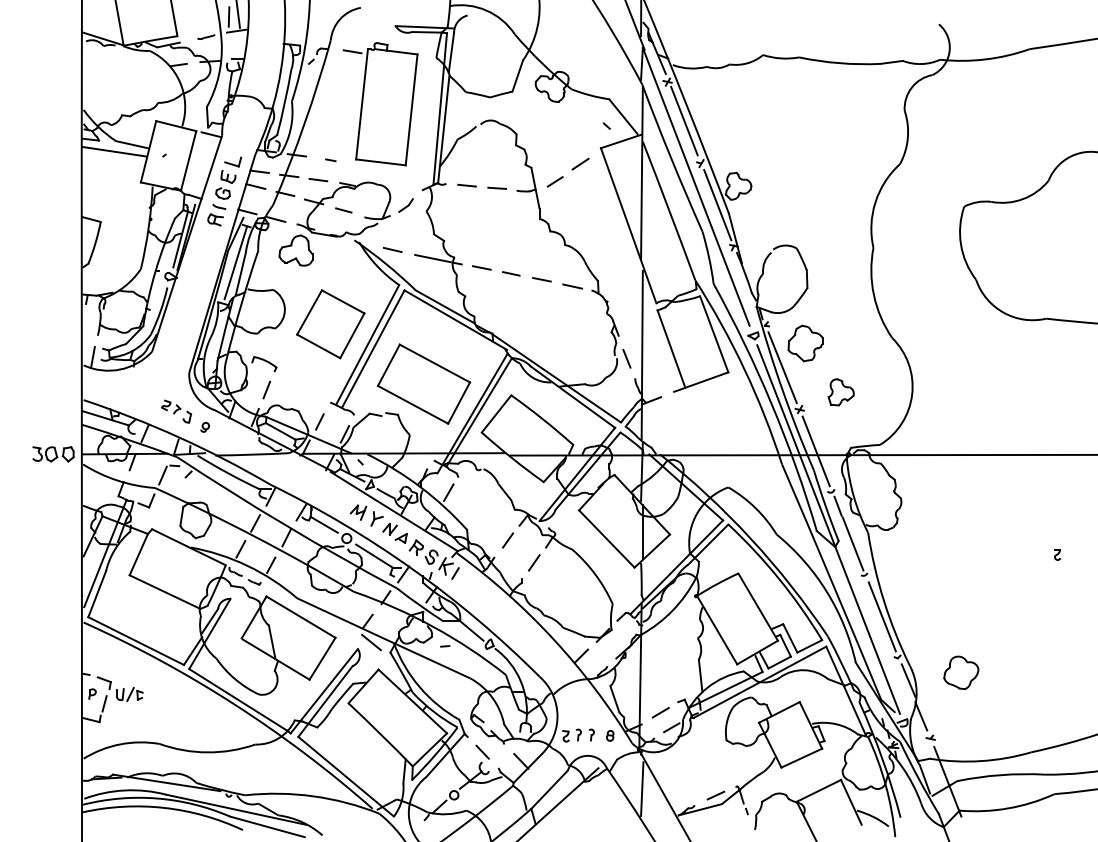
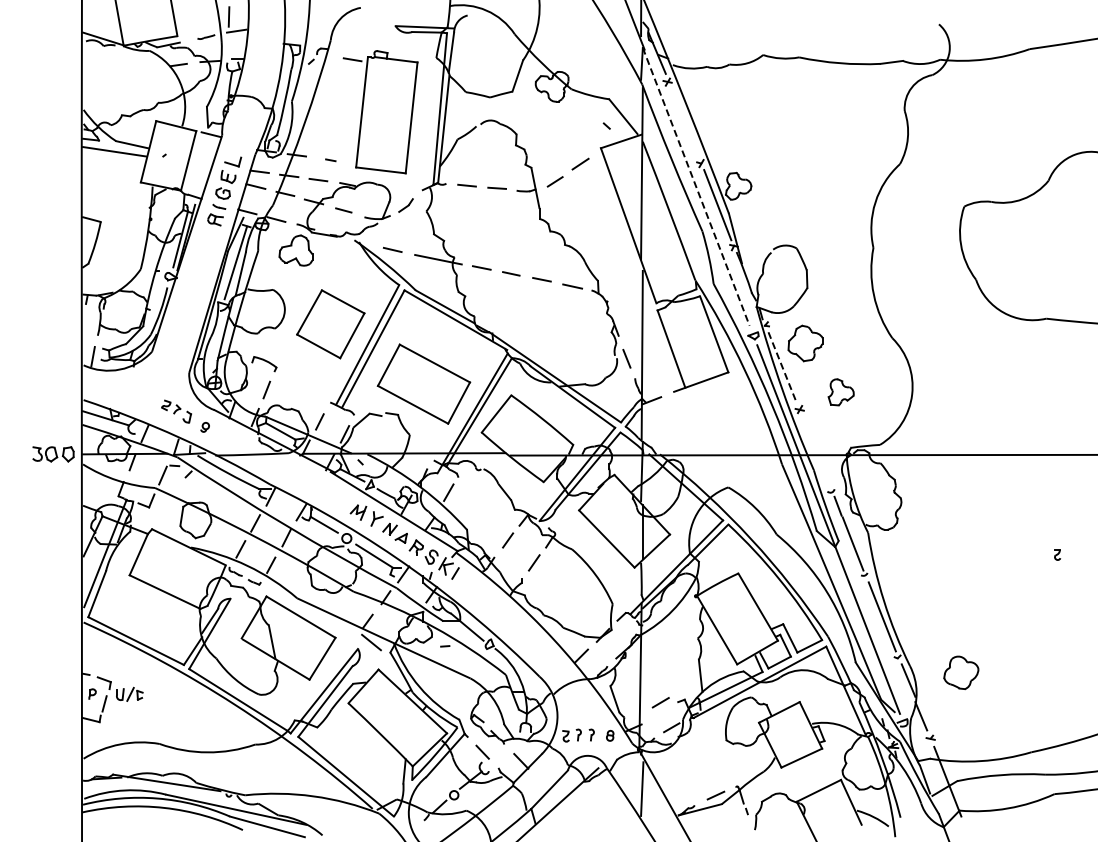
line at (237, 14): present -> none
part at (380, 104) position: (380, 104) -> (380, 112)
line at (684, 120): present -> none
line at (696, 186): solid -> dashed
line at (782, 368): solid -> dashed
line at (815, 451): present -> none
line at (660, 712) position: (660, 712) -> (660, 702)
